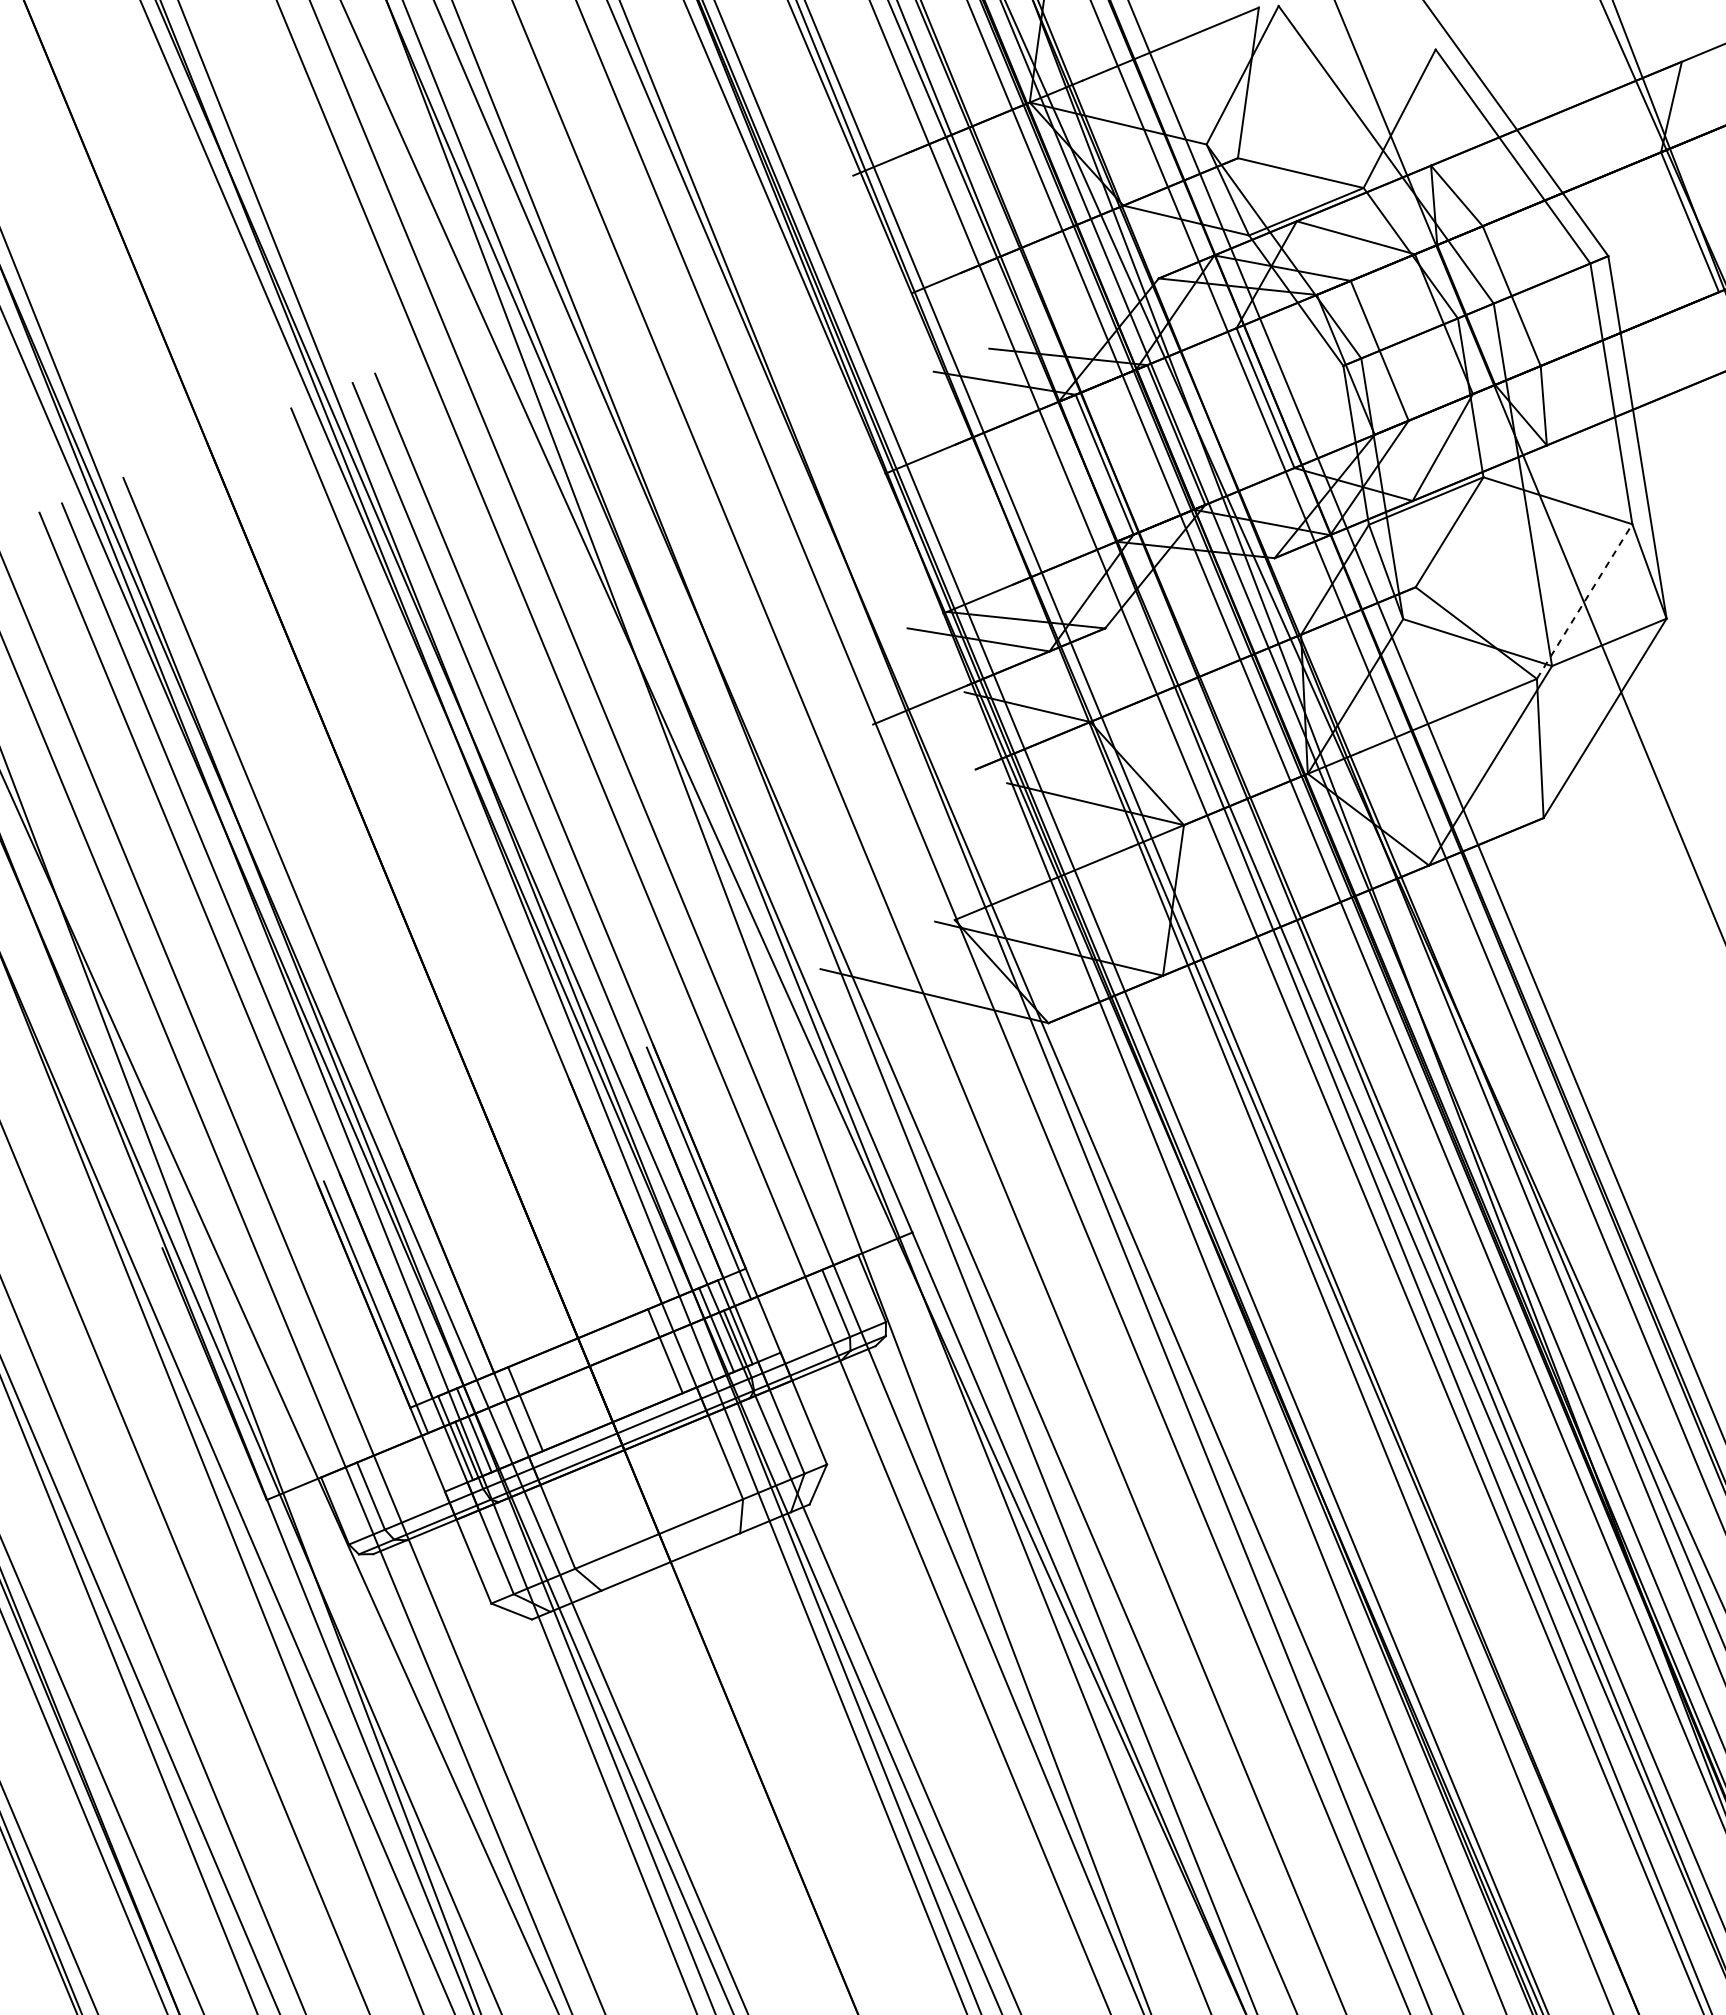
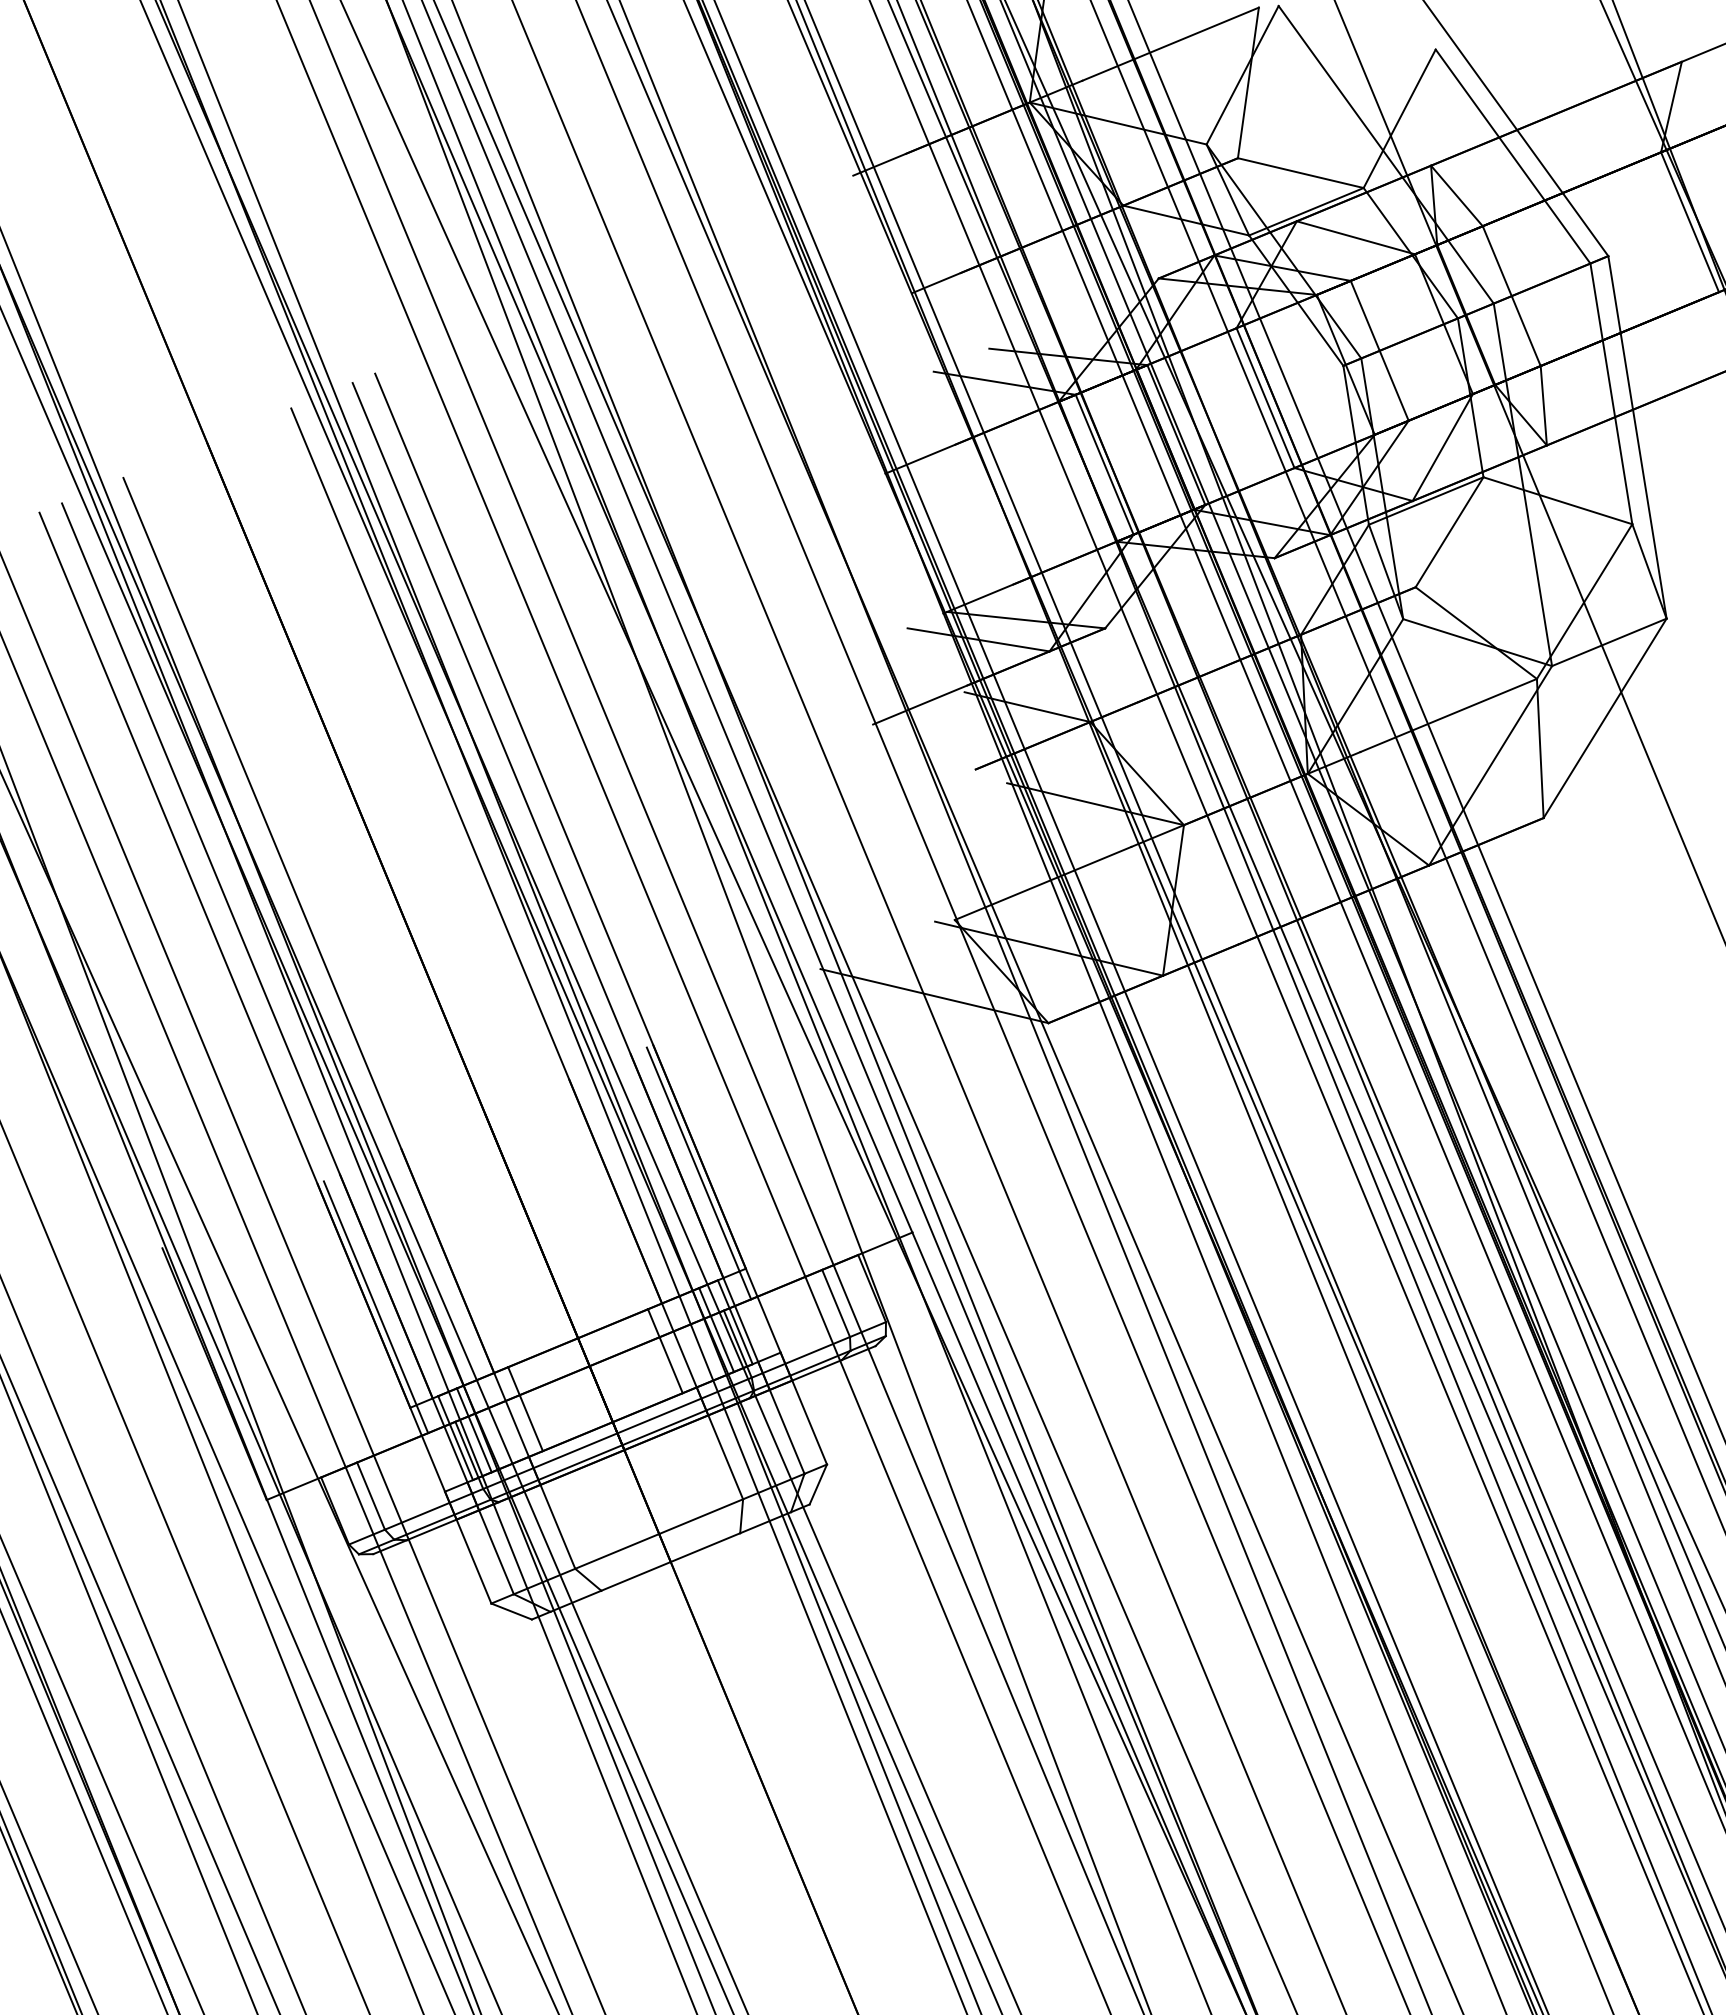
line at (1584, 601): dashed -> solid
line at (838, 1006): none -> present
